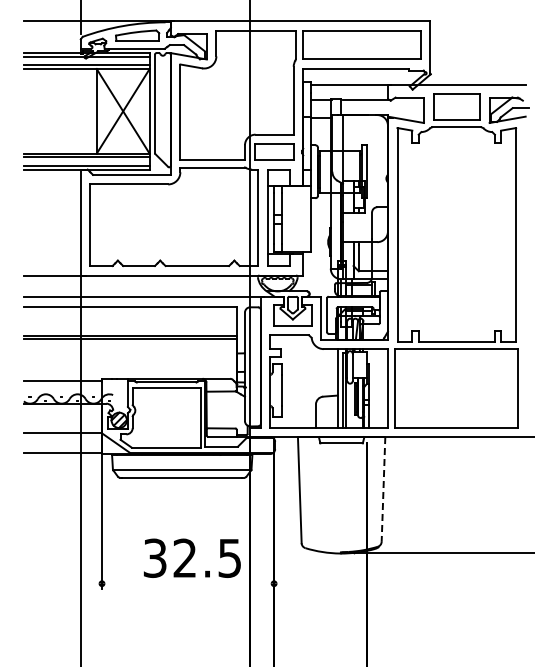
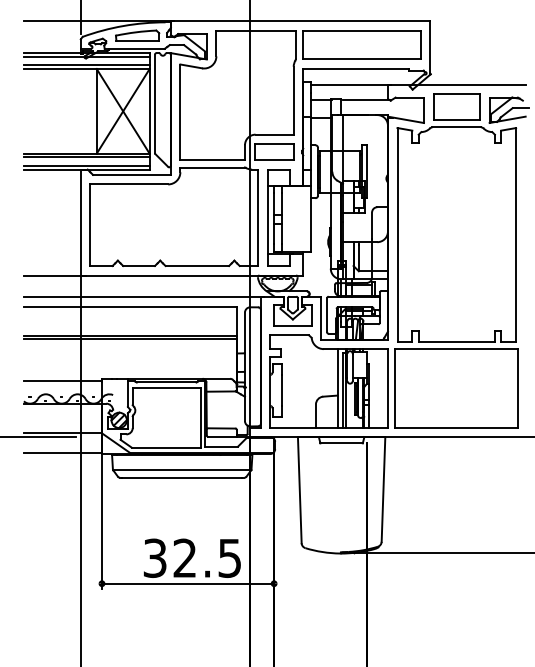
line at (38, 437): none -> present
line at (383, 489): dashed -> solid
line at (188, 583): none -> present
